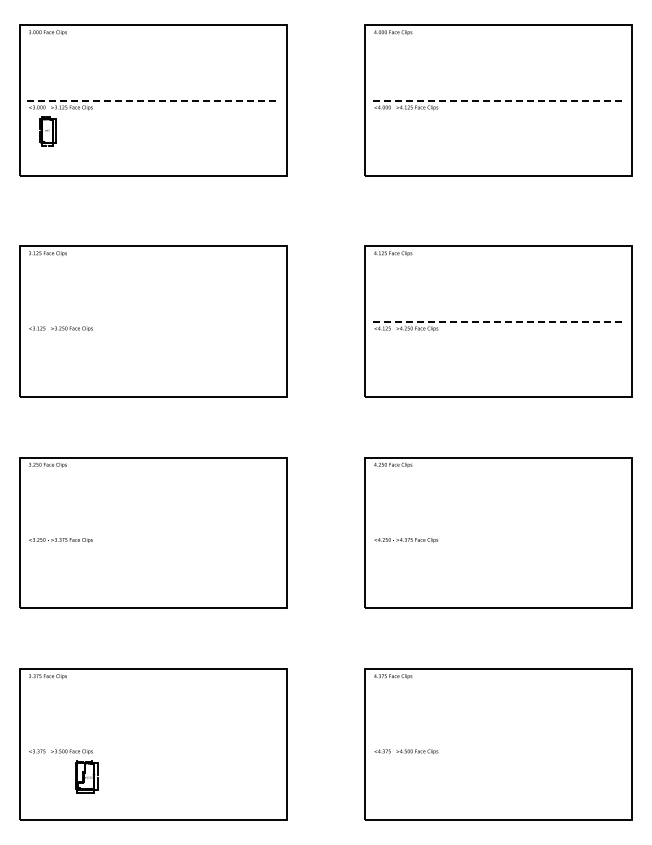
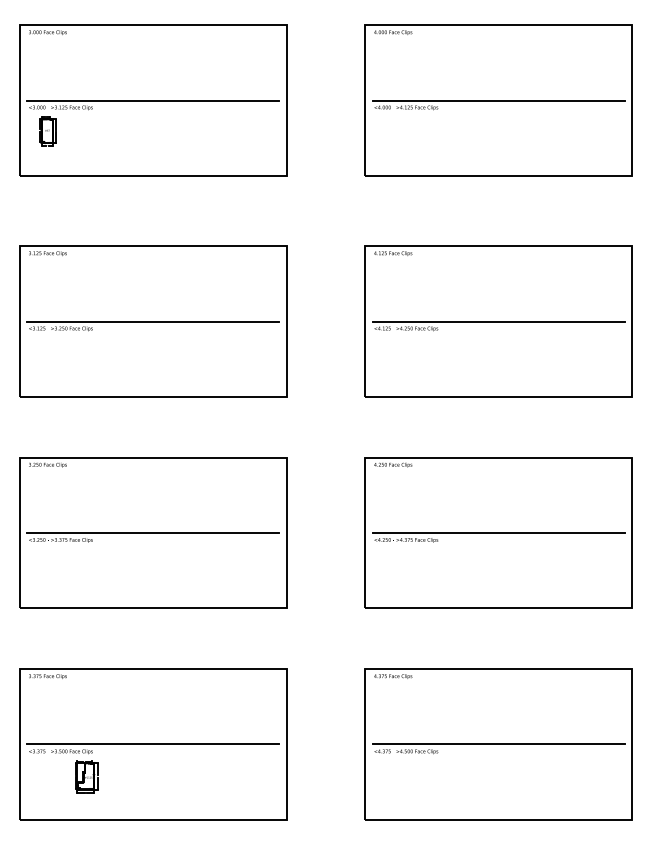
line at (153, 100): dashed -> solid
line at (499, 100): dashed -> solid
line at (153, 321): none -> present
line at (499, 321): dashed -> solid
line at (153, 533): none -> present
line at (498, 533): none -> present
line at (153, 744): none -> present
line at (498, 744): none -> present
